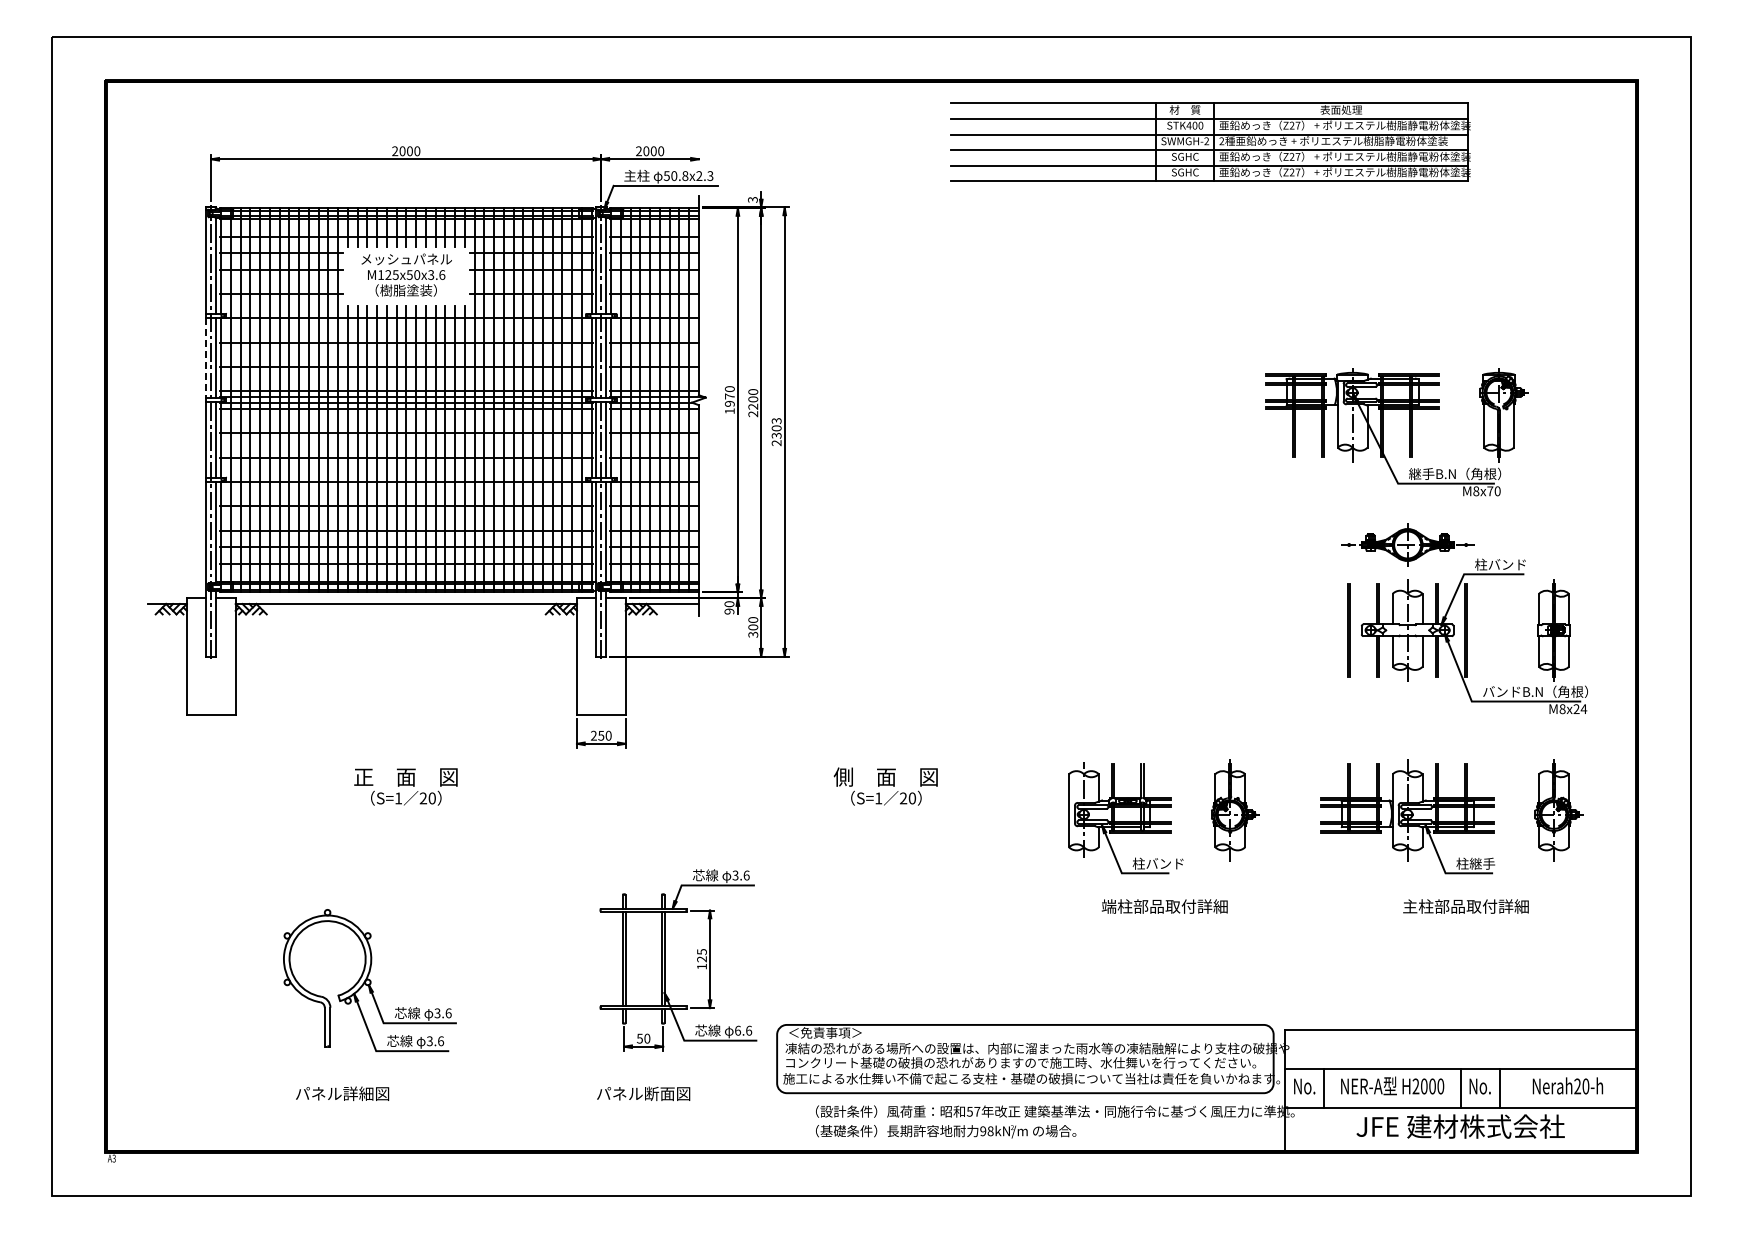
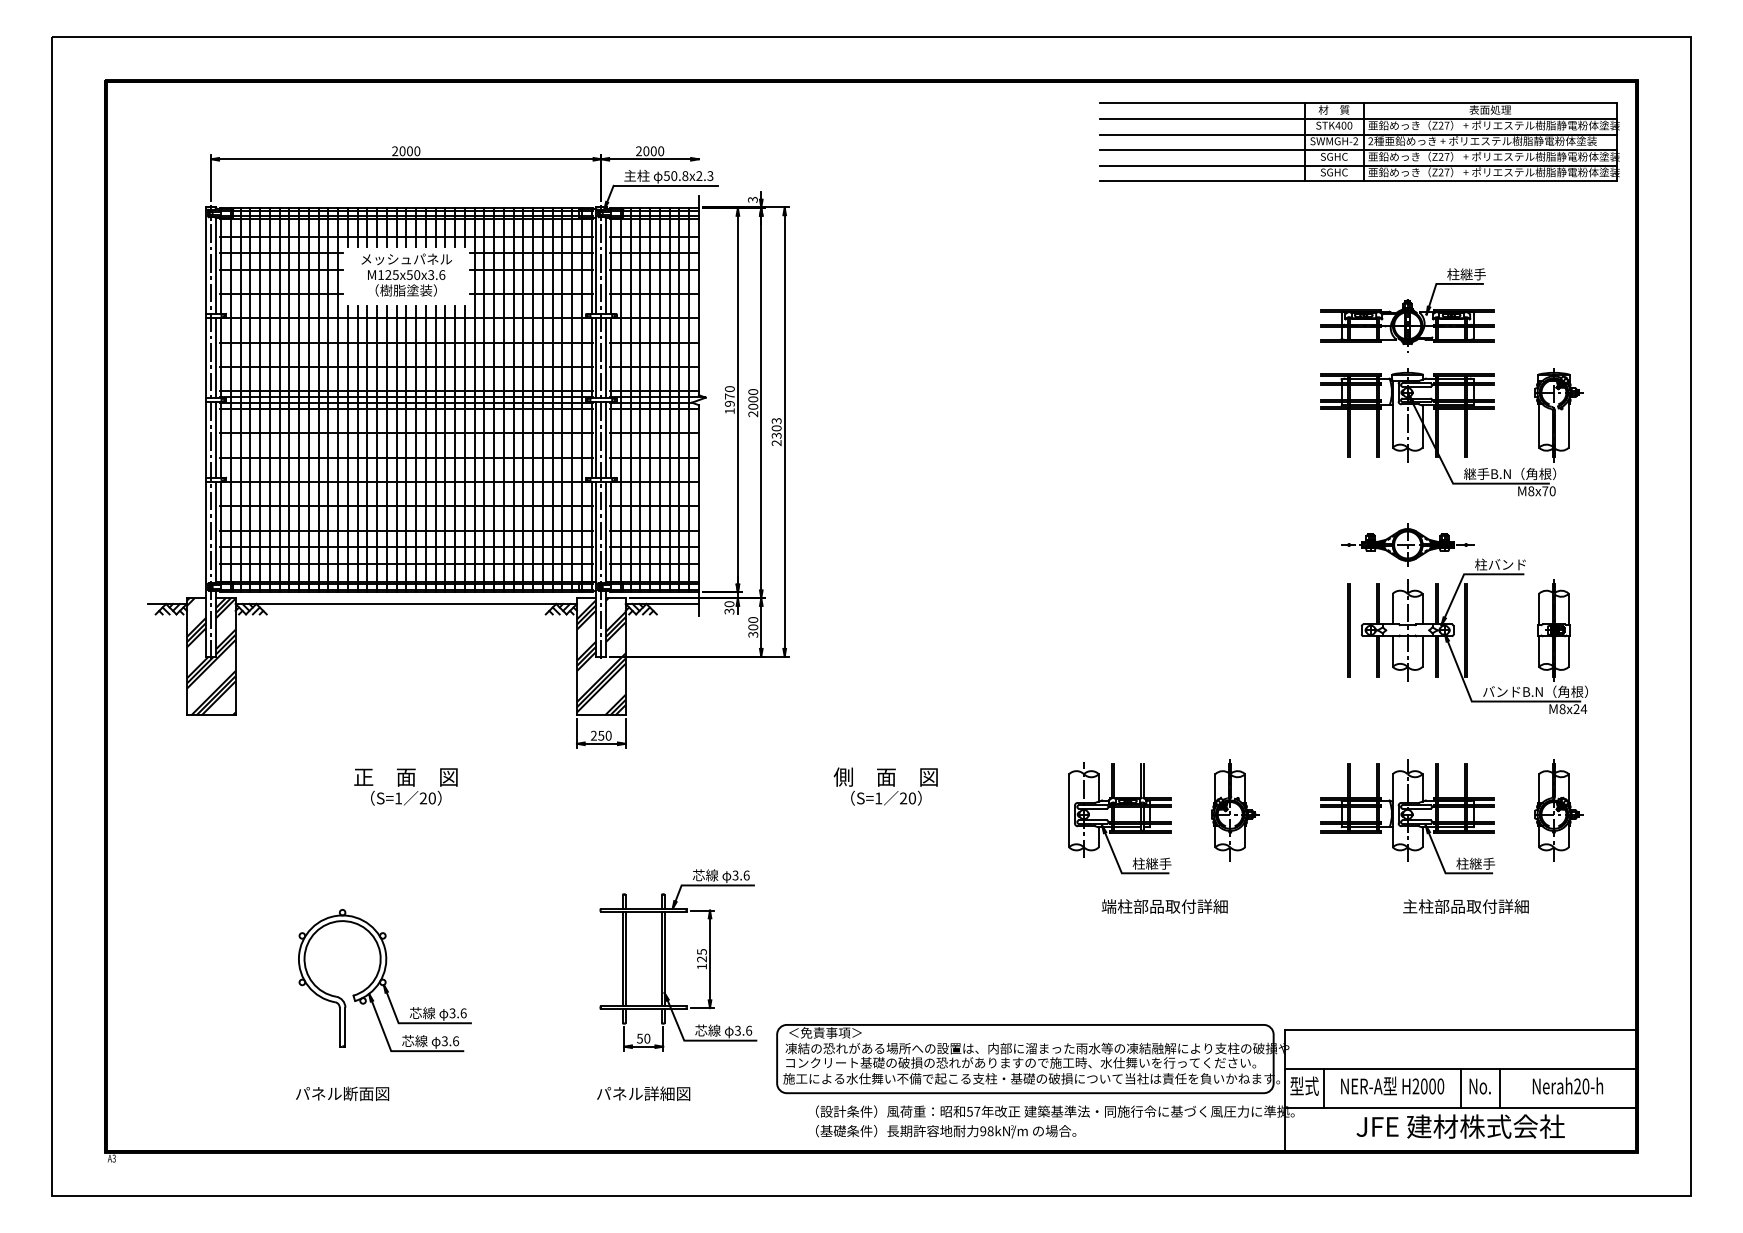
part at (1210, 141) position: (1210, 141) -> (1359, 141)
part at (1407, 310): none -> present
line at (206, 358): dashed -> solid
text at (753, 406): 2200 -> 2000
part at (1383, 432) position: (1383, 432) -> (1438, 432)
text at (729, 611): 90 -> 30
hatch at (210, 656): none -> present
hatch at (600, 656): none -> present
text at (1164, 863): 柱バンド -> 柱継手
part at (369, 980) position: (369, 980) -> (384, 980)
text at (738, 1030): 6.6 -> 3.6
text at (1304, 1085): No. -> 型式
text at (358, 1093): パネル詳細図 -> パネル断面図
text at (659, 1093): パネル断面図 -> パネル詳細図
